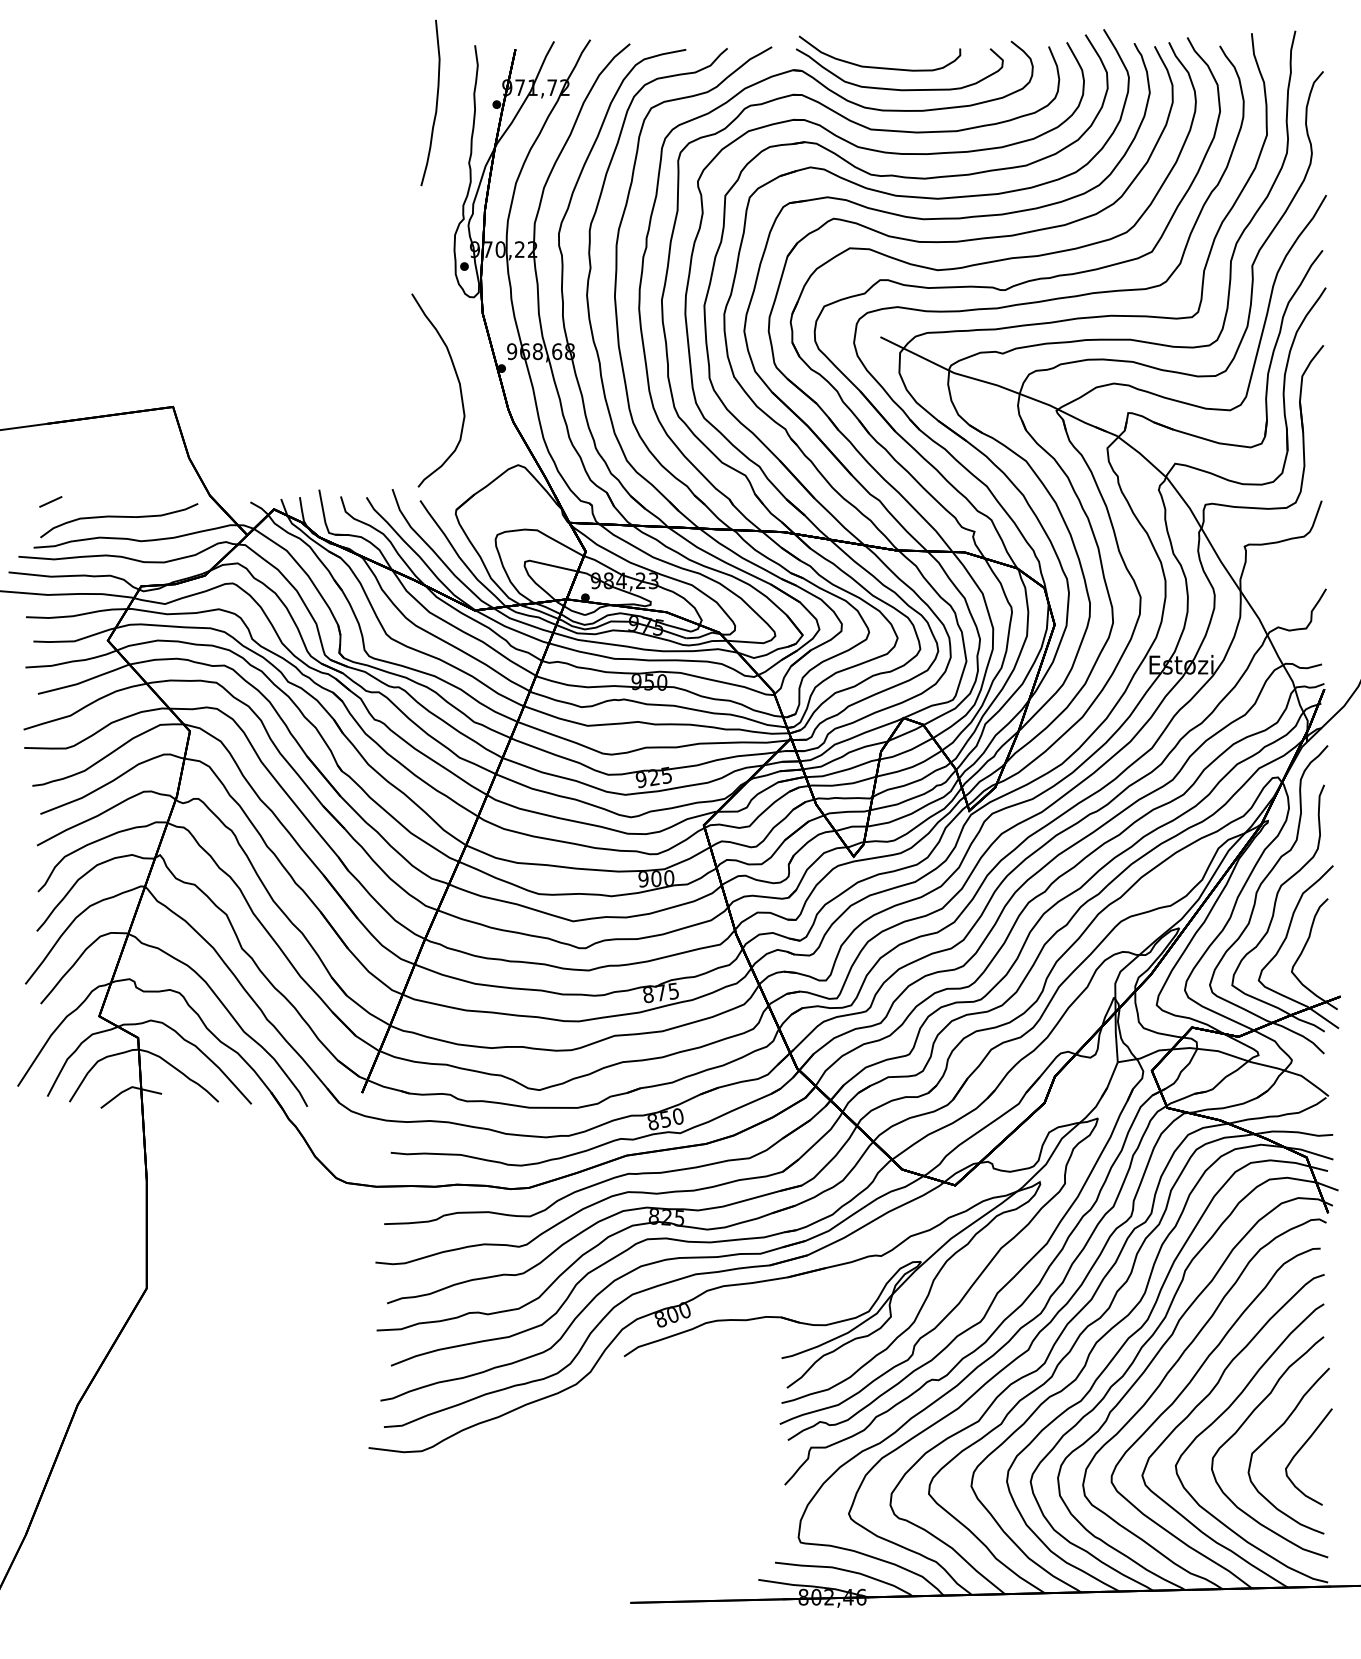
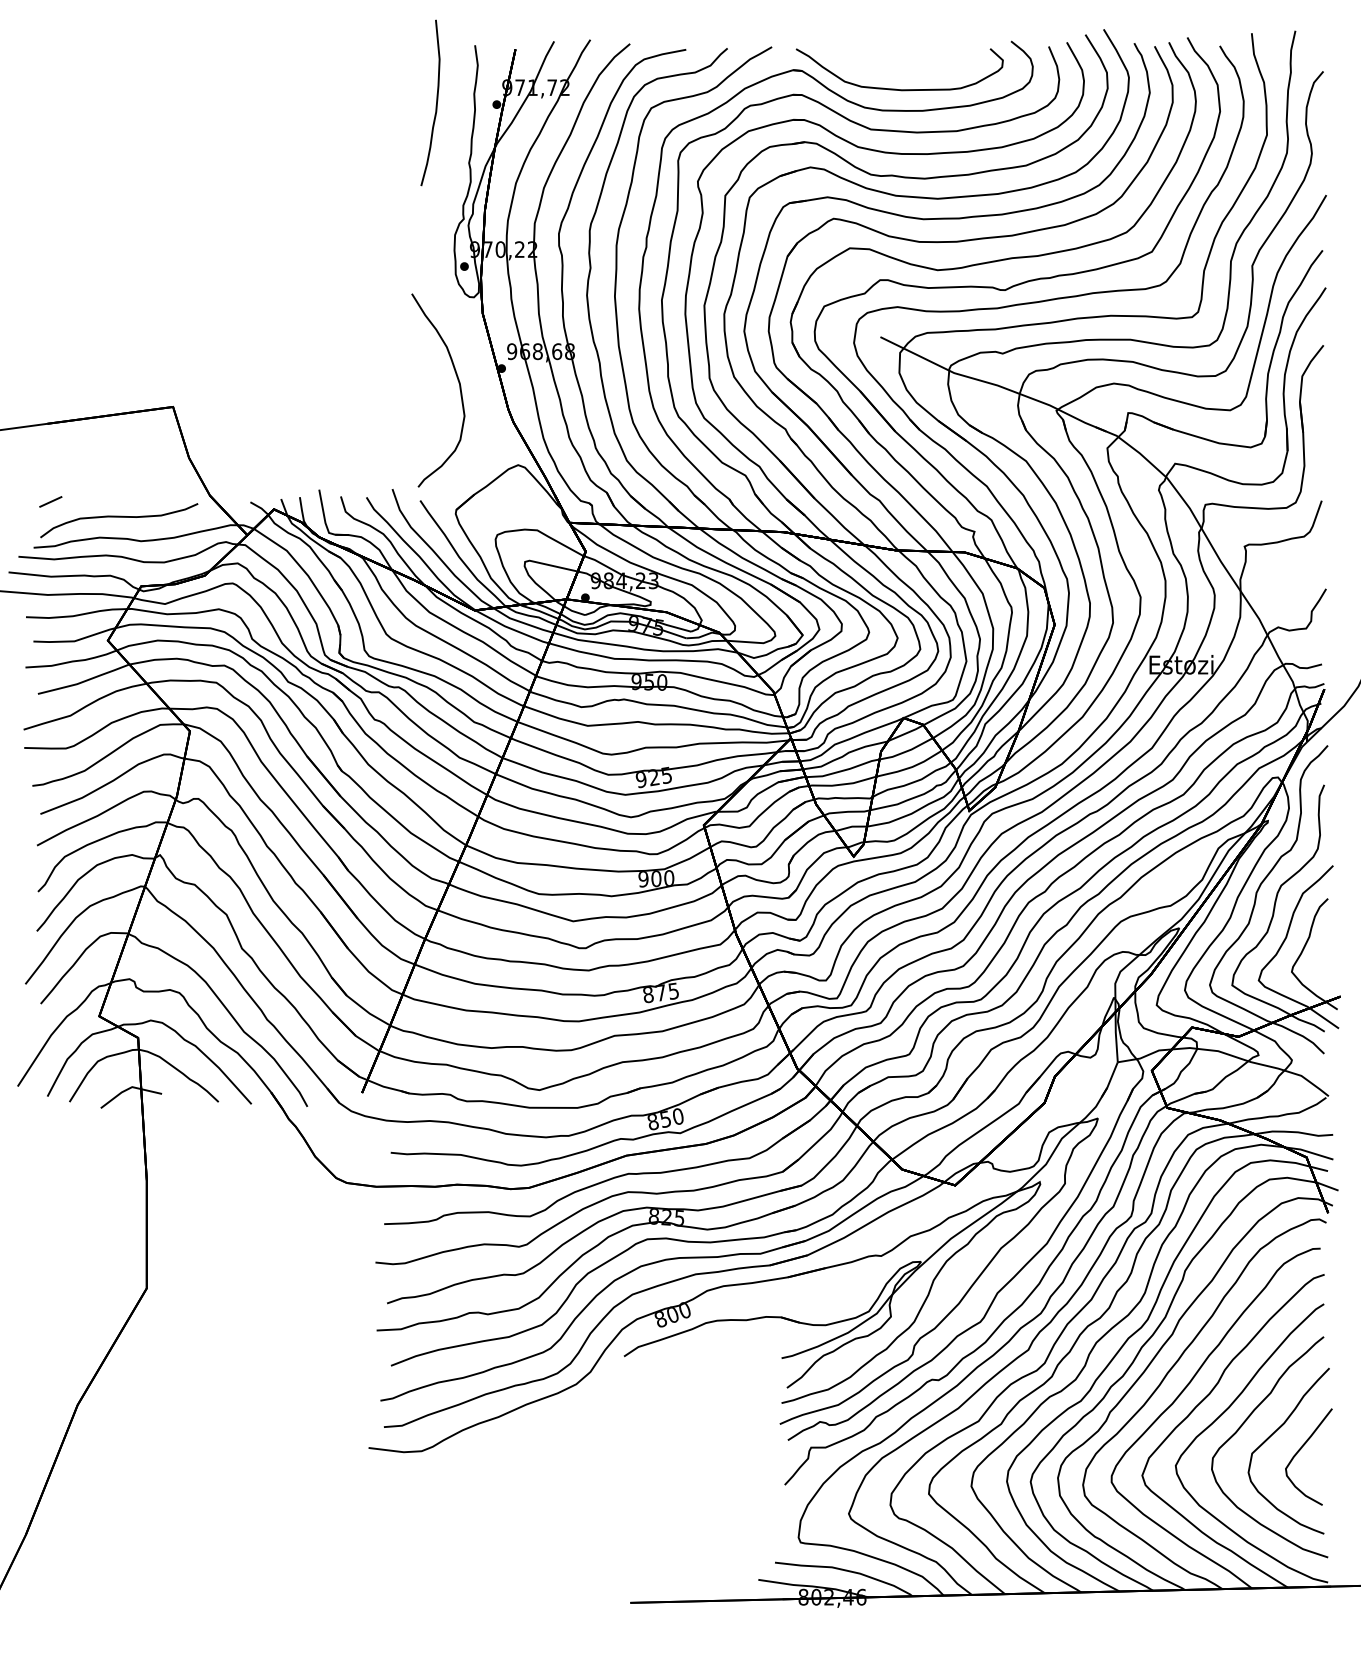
part at (876, 66): present -> none
